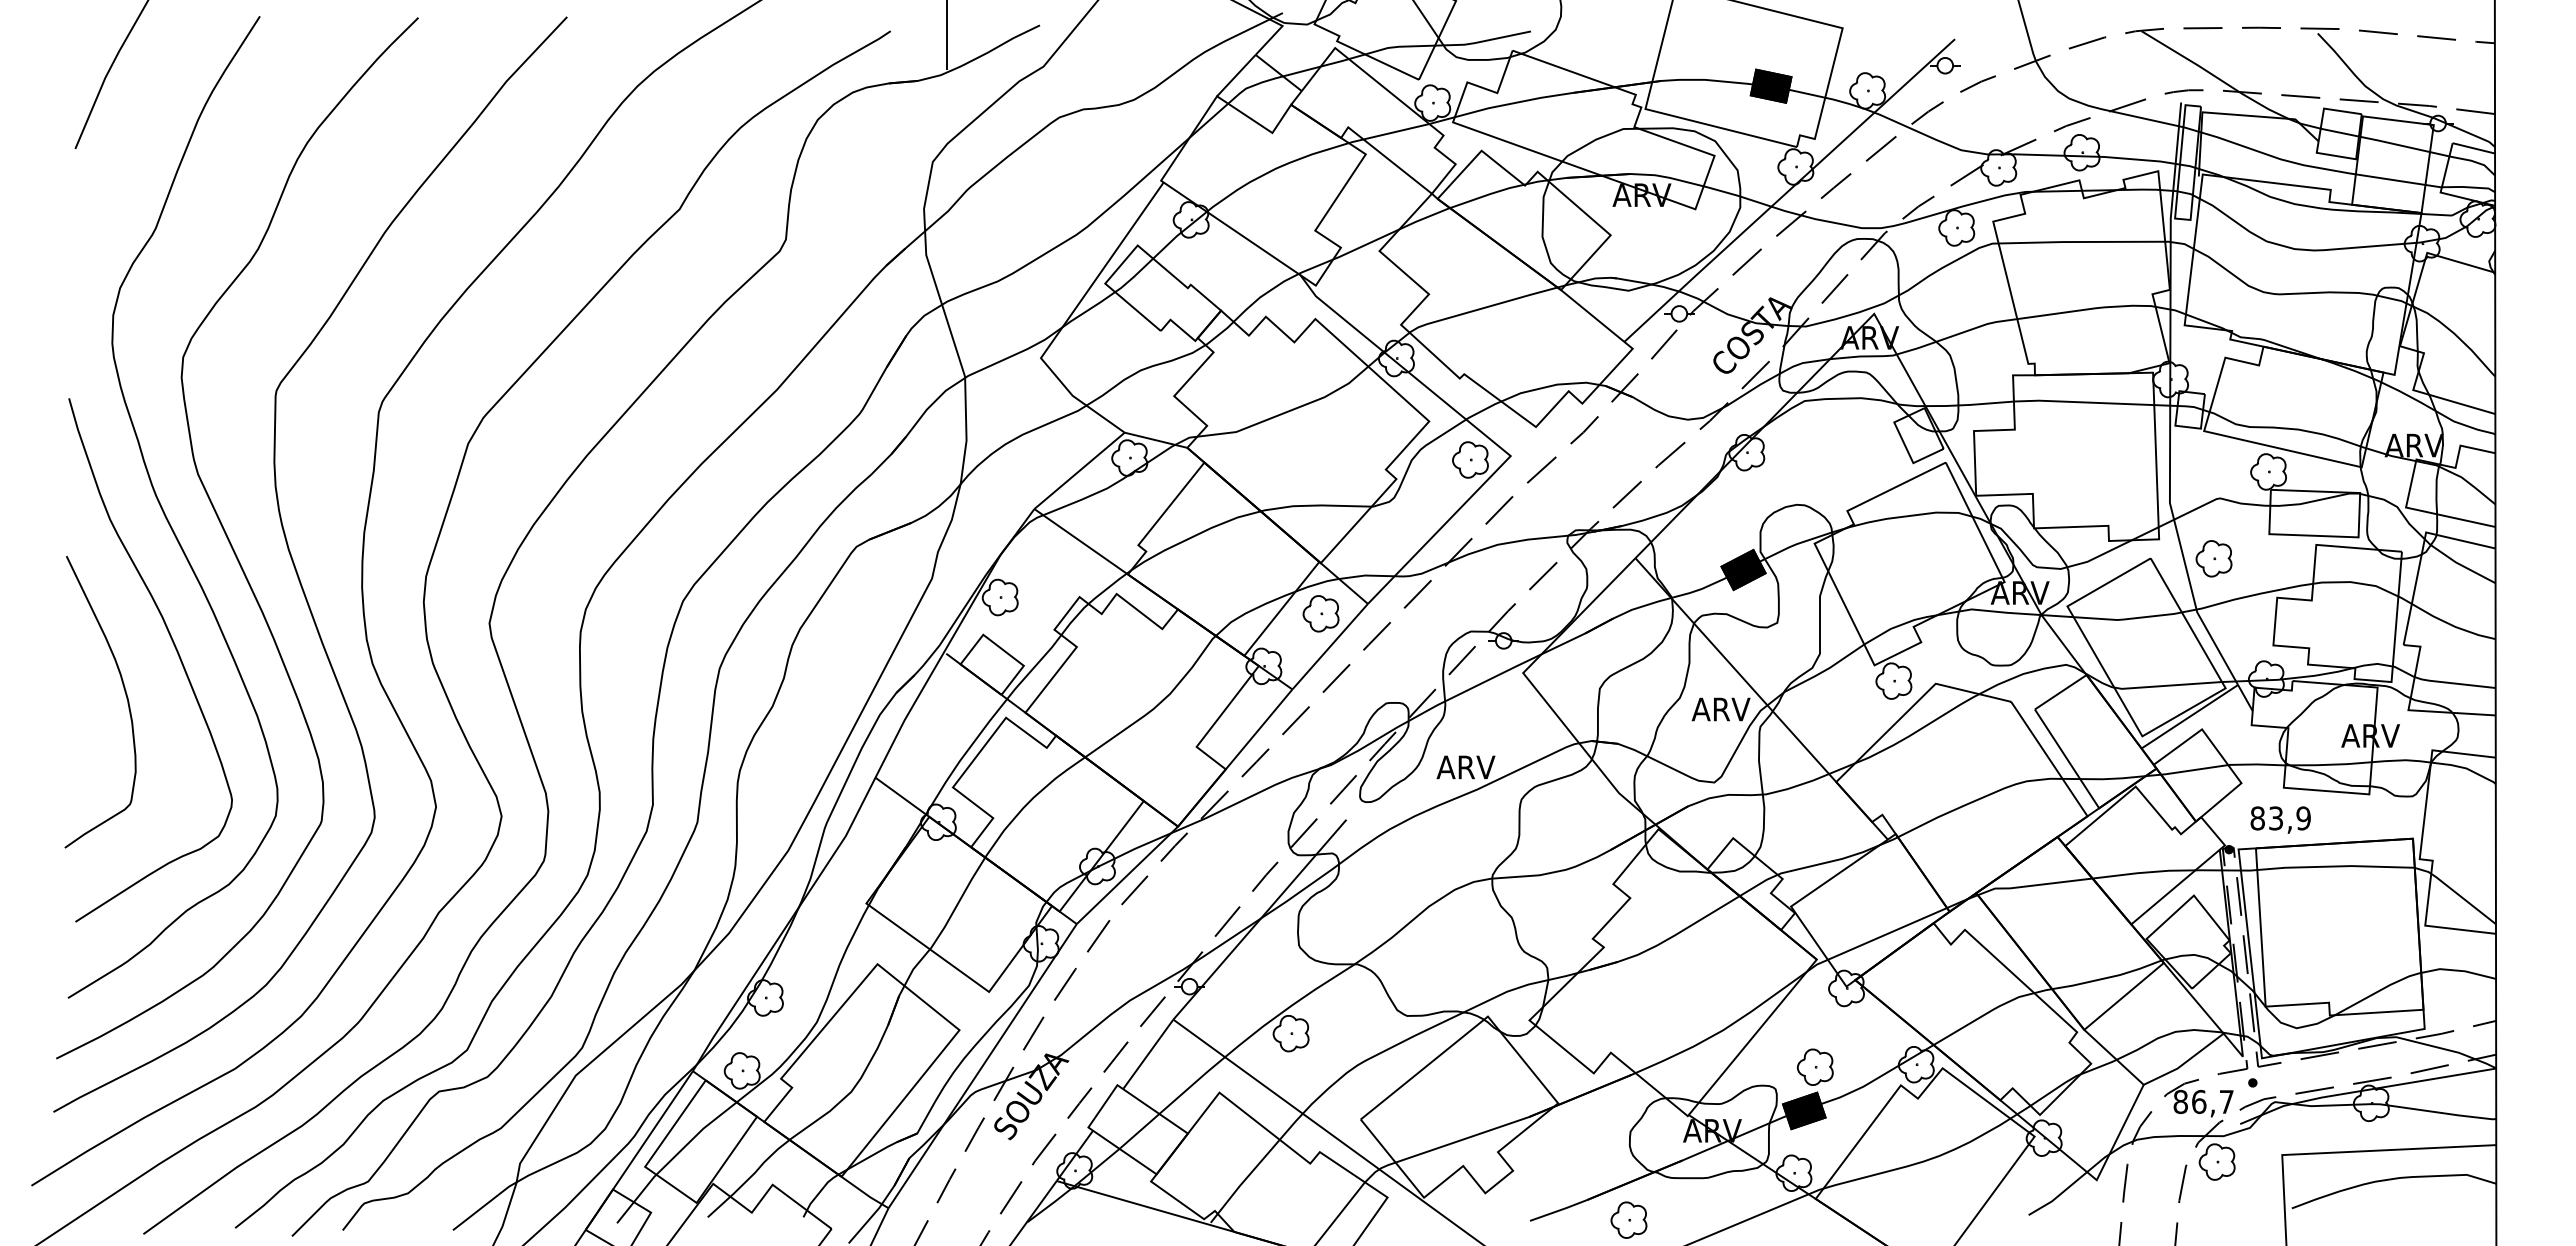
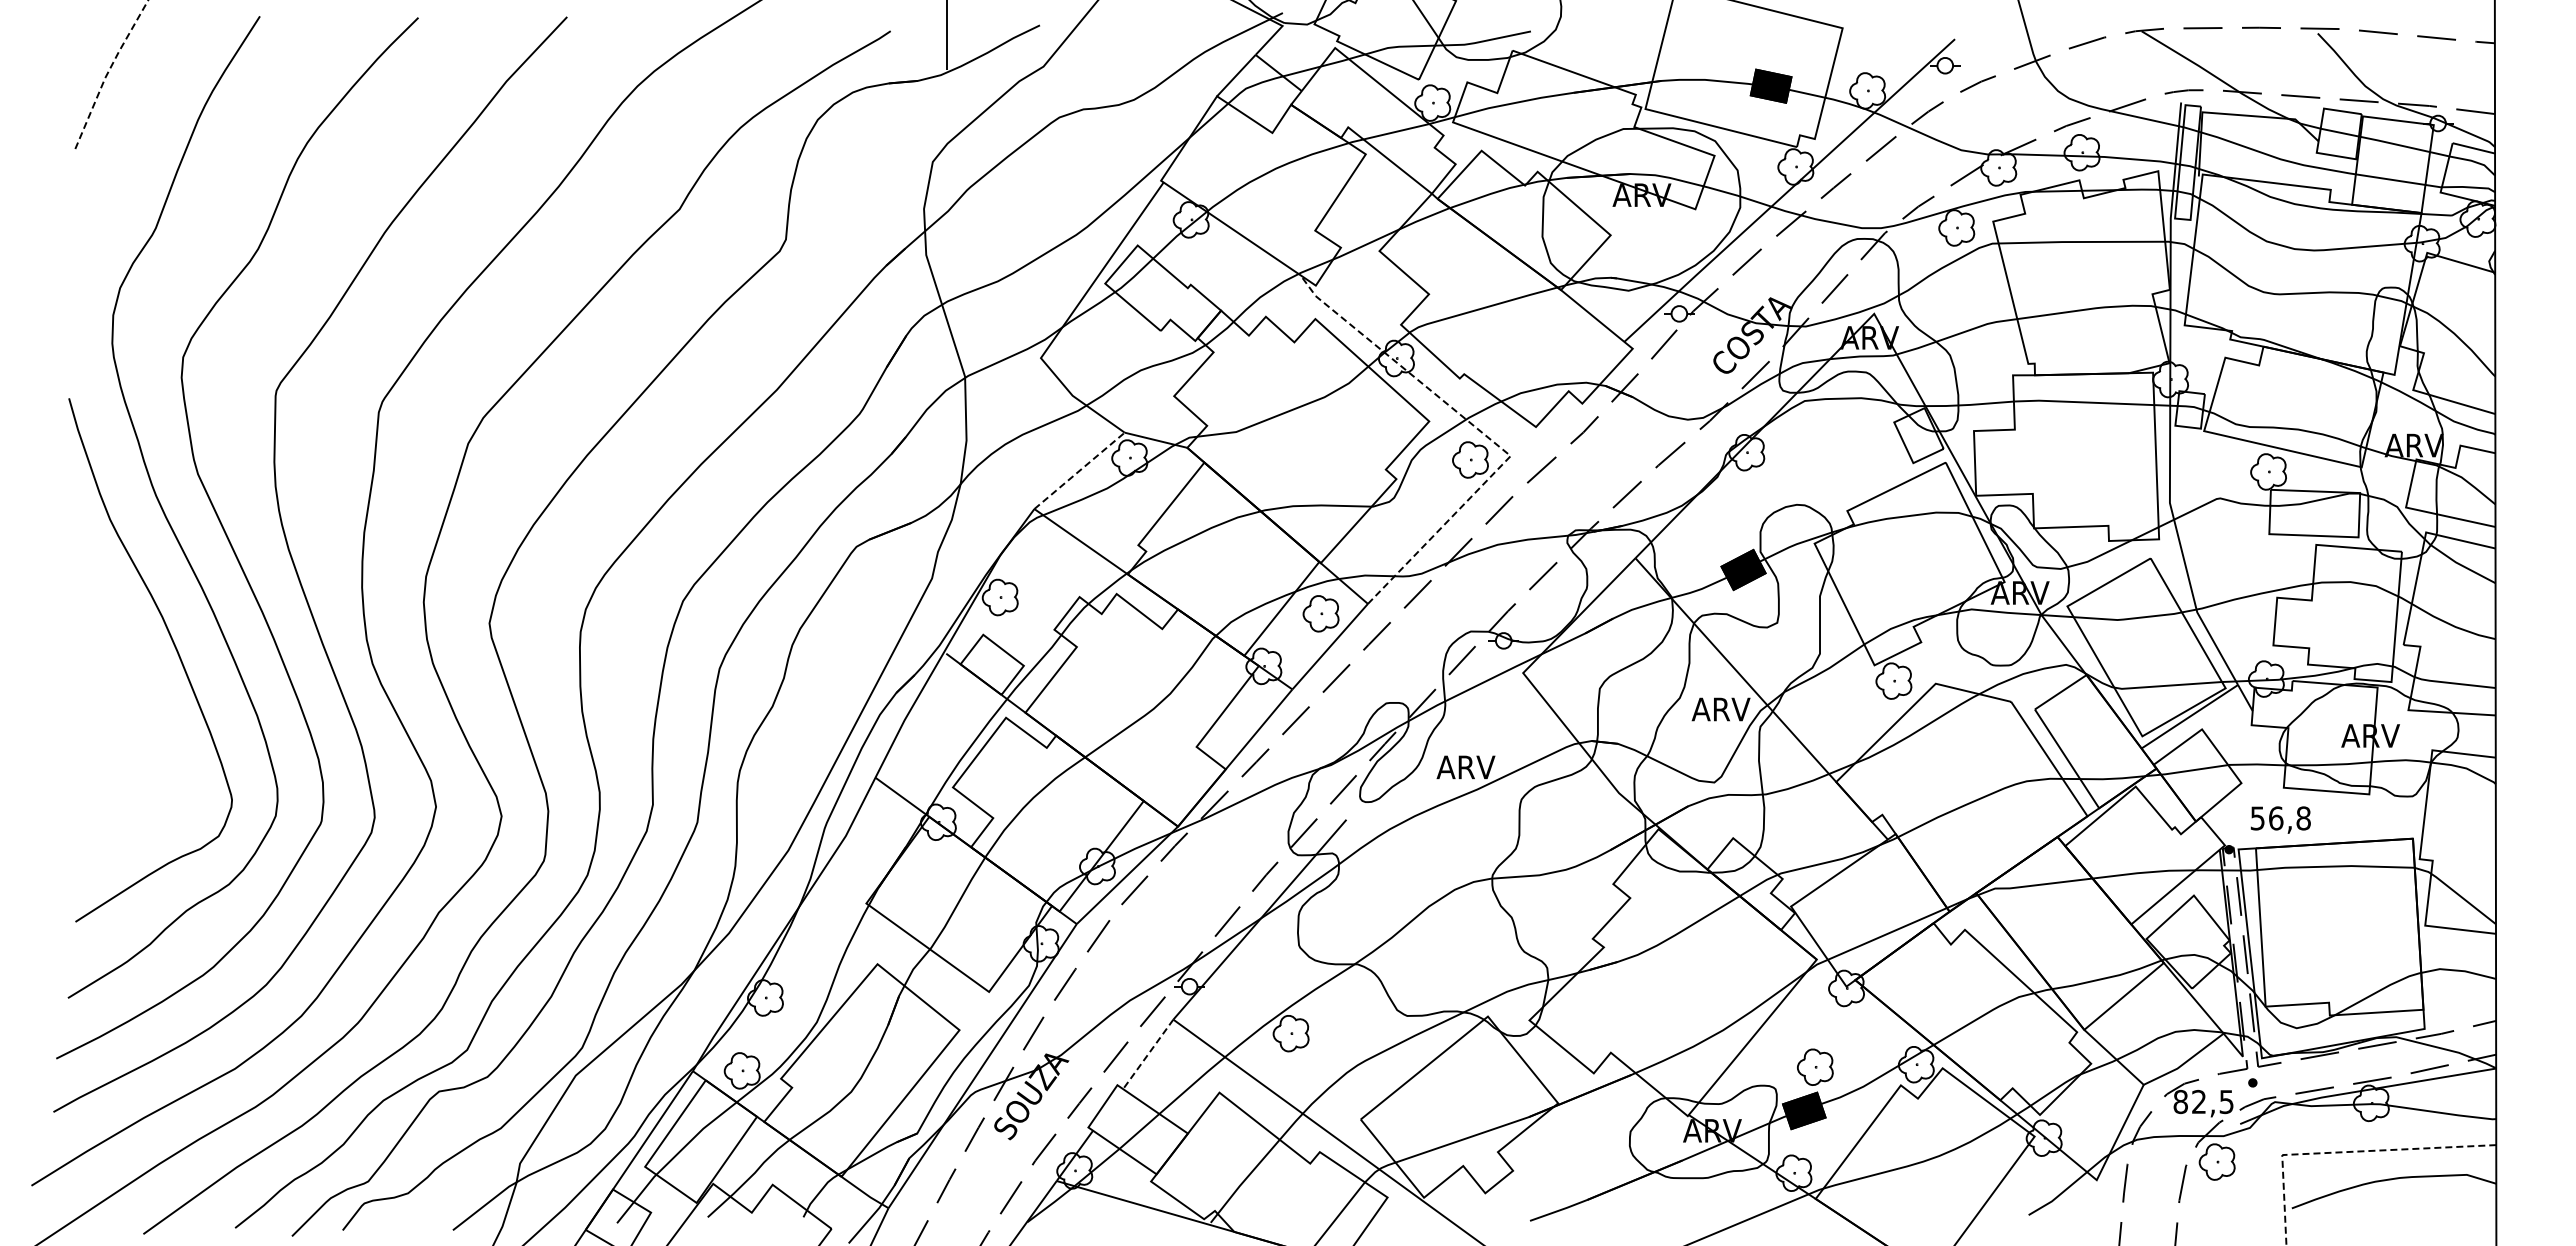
line at (108, 72): solid -> dashed
line at (1482, 432): solid -> dashed
line at (1079, 470): solid -> dashed
part at (2213, 558): present -> none
curve at (125, 695): present -> none
text at (2280, 818): 83,9 -> 56,8
line at (1148, 1054): solid -> dashed
text at (2212, 1101): 86,7 -> 82,5
line at (2342, 1152): solid -> dashed
part at (1628, 1219): present -> none
